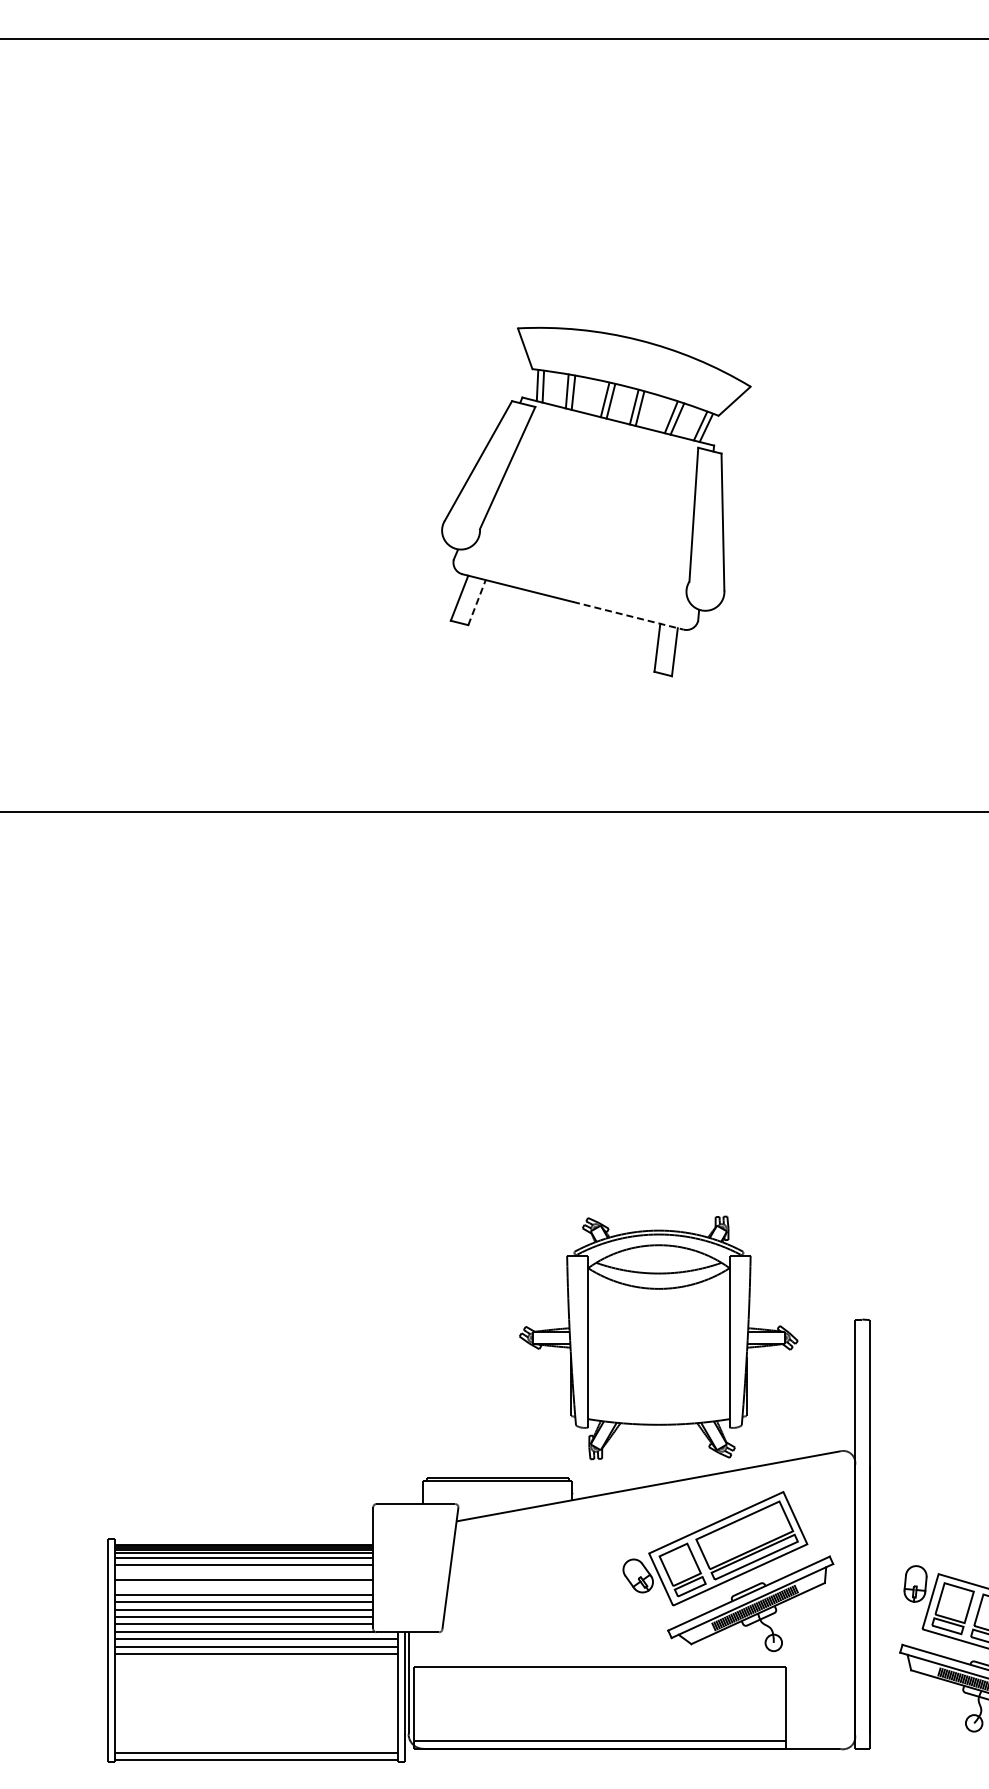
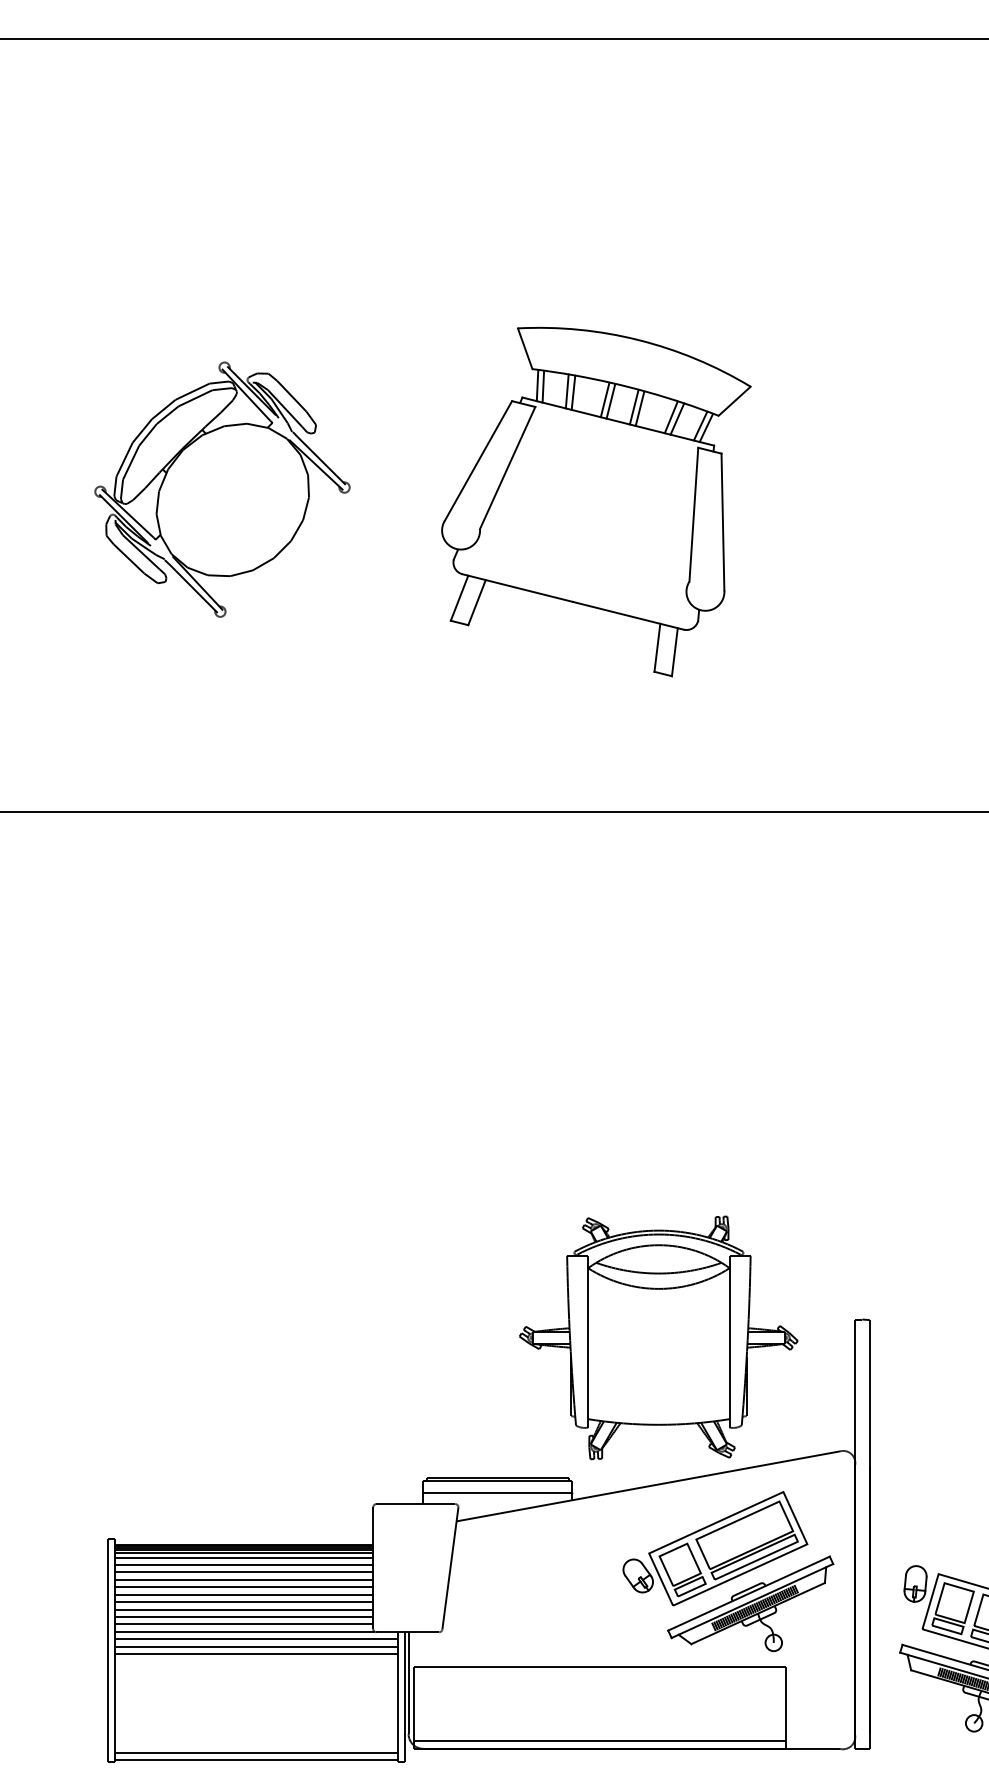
part at (222, 489): none -> present
line at (477, 602): dashed -> solid
line at (628, 615): dashed -> solid
line at (497, 1492): none -> present
line at (244, 1572): none -> present
line at (244, 1587): none -> present
